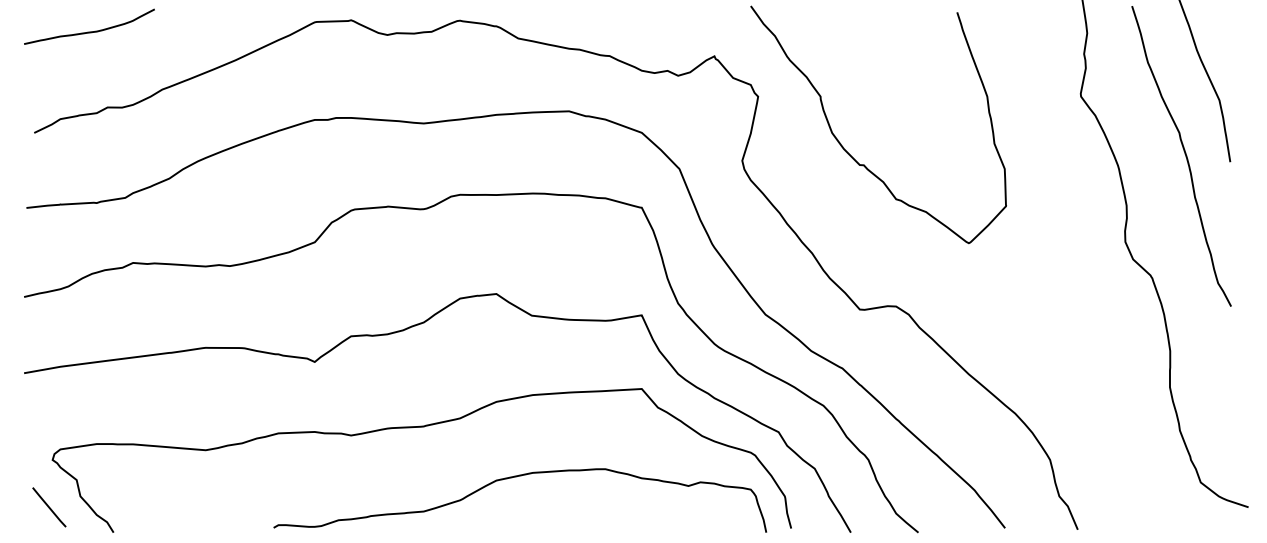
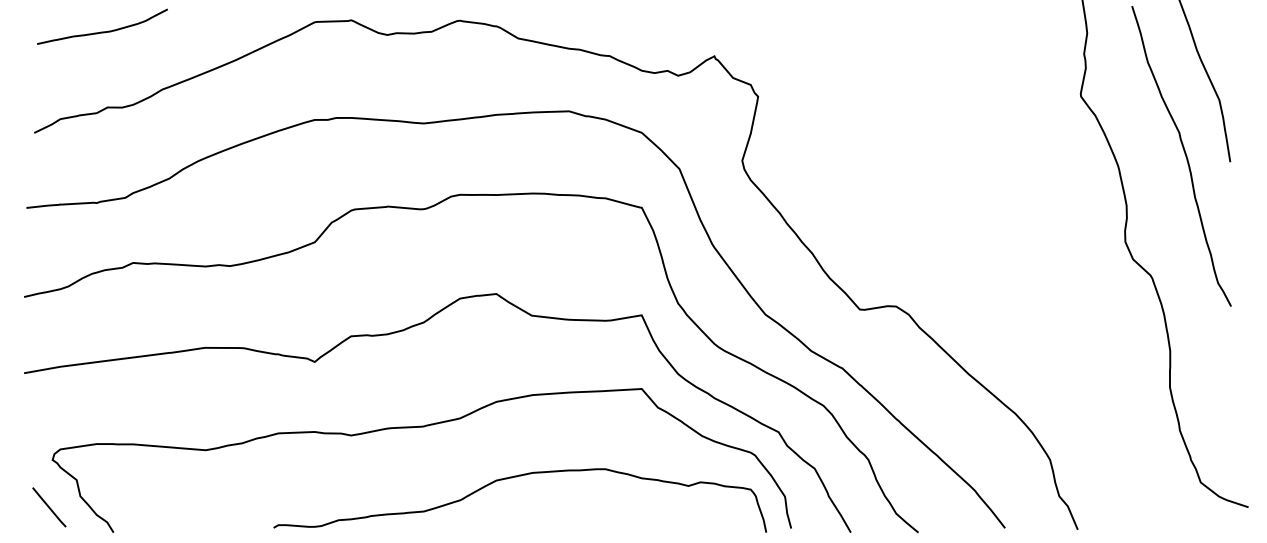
curve at (89, 31) position: (89, 31) -> (102, 31)
curve at (849, 153): present -> none
